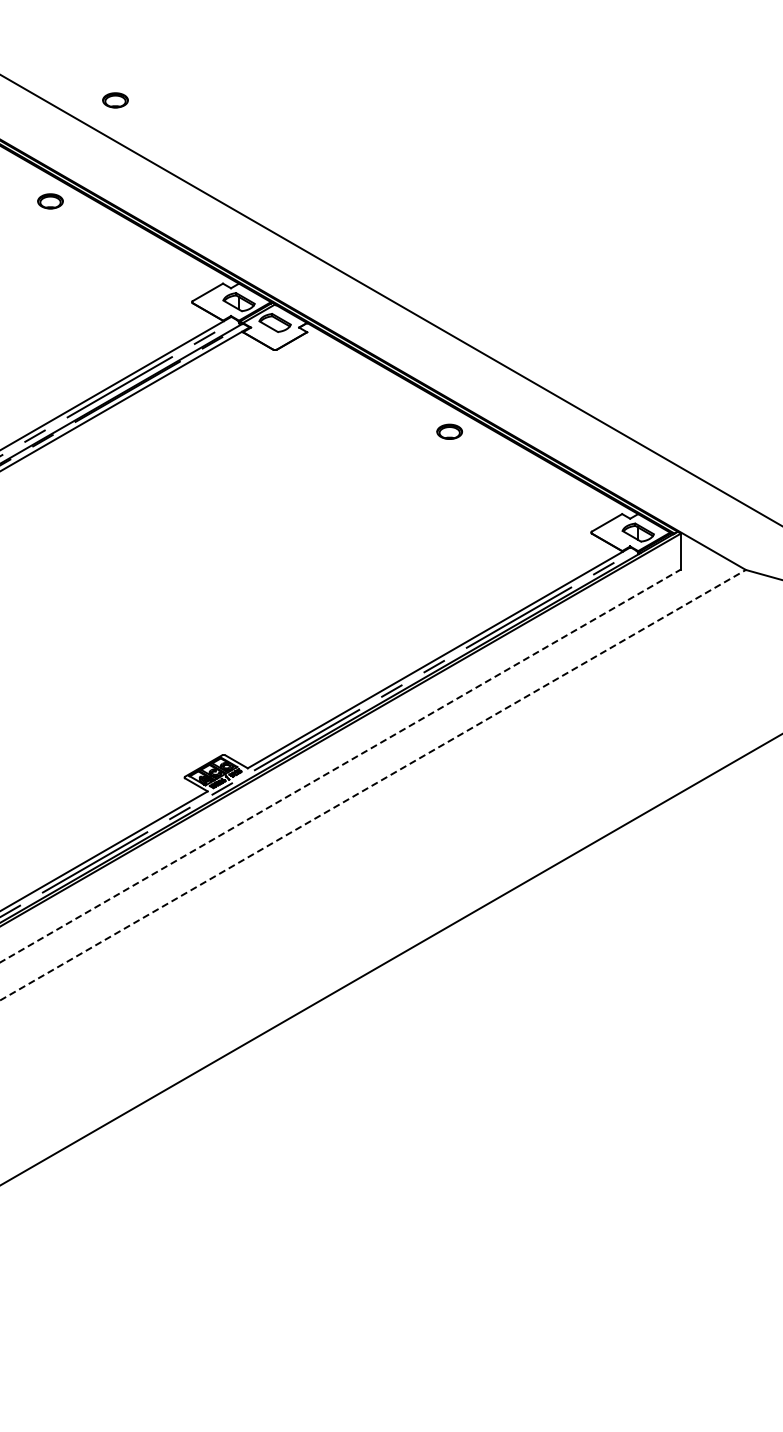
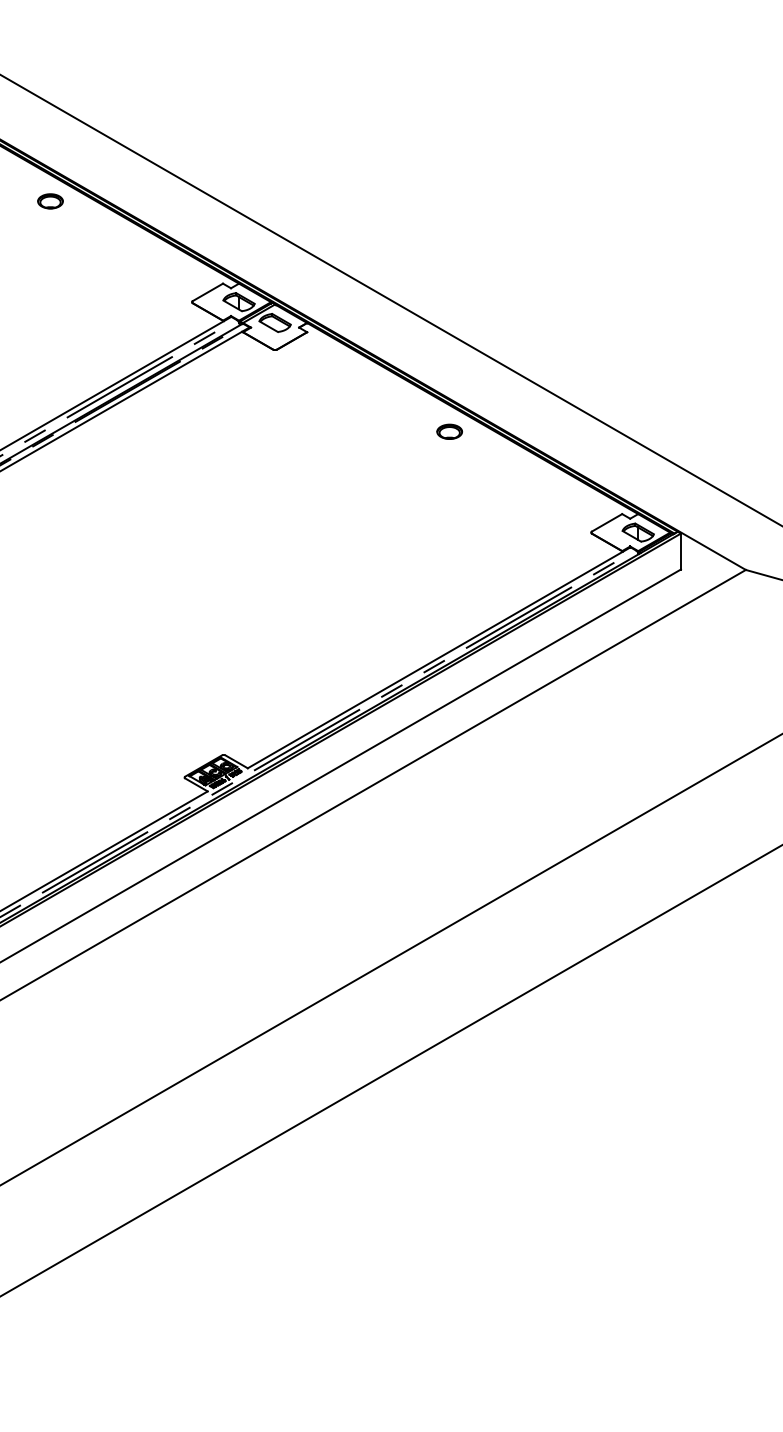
part at (115, 100): present -> none
line at (340, 765): dashed -> solid
line at (373, 784): dashed -> solid
line at (390, 1070): none -> present
